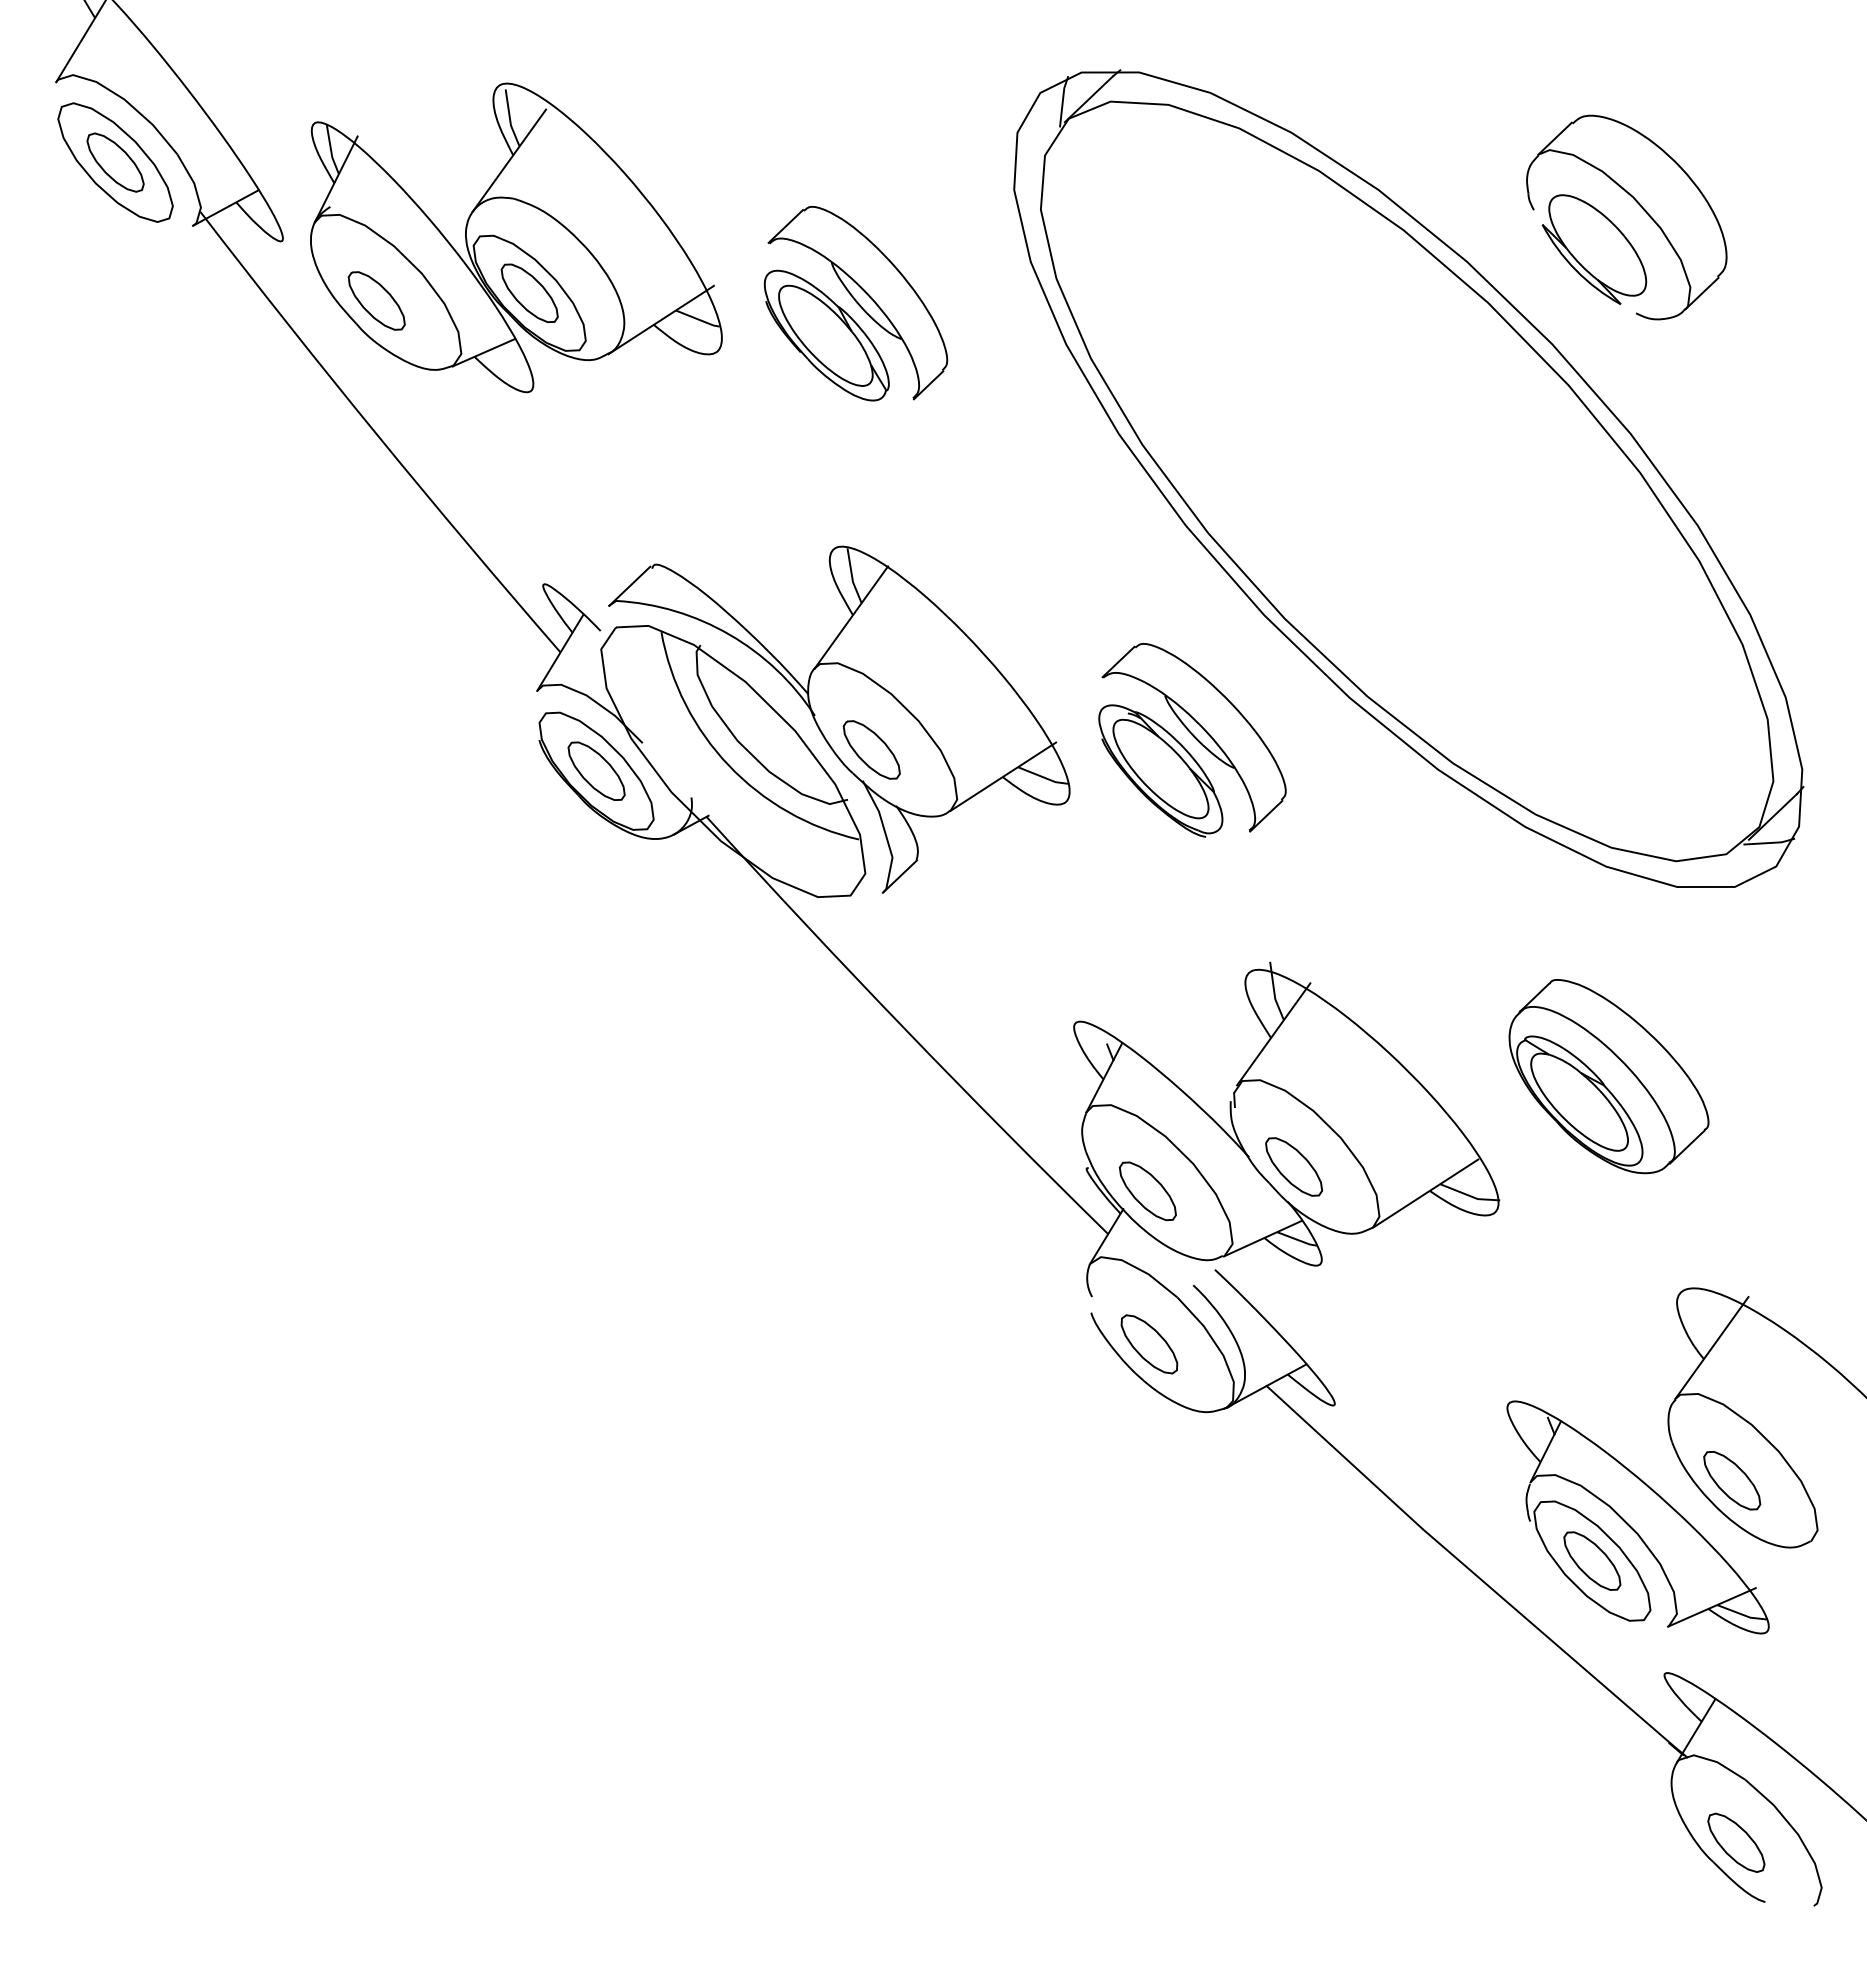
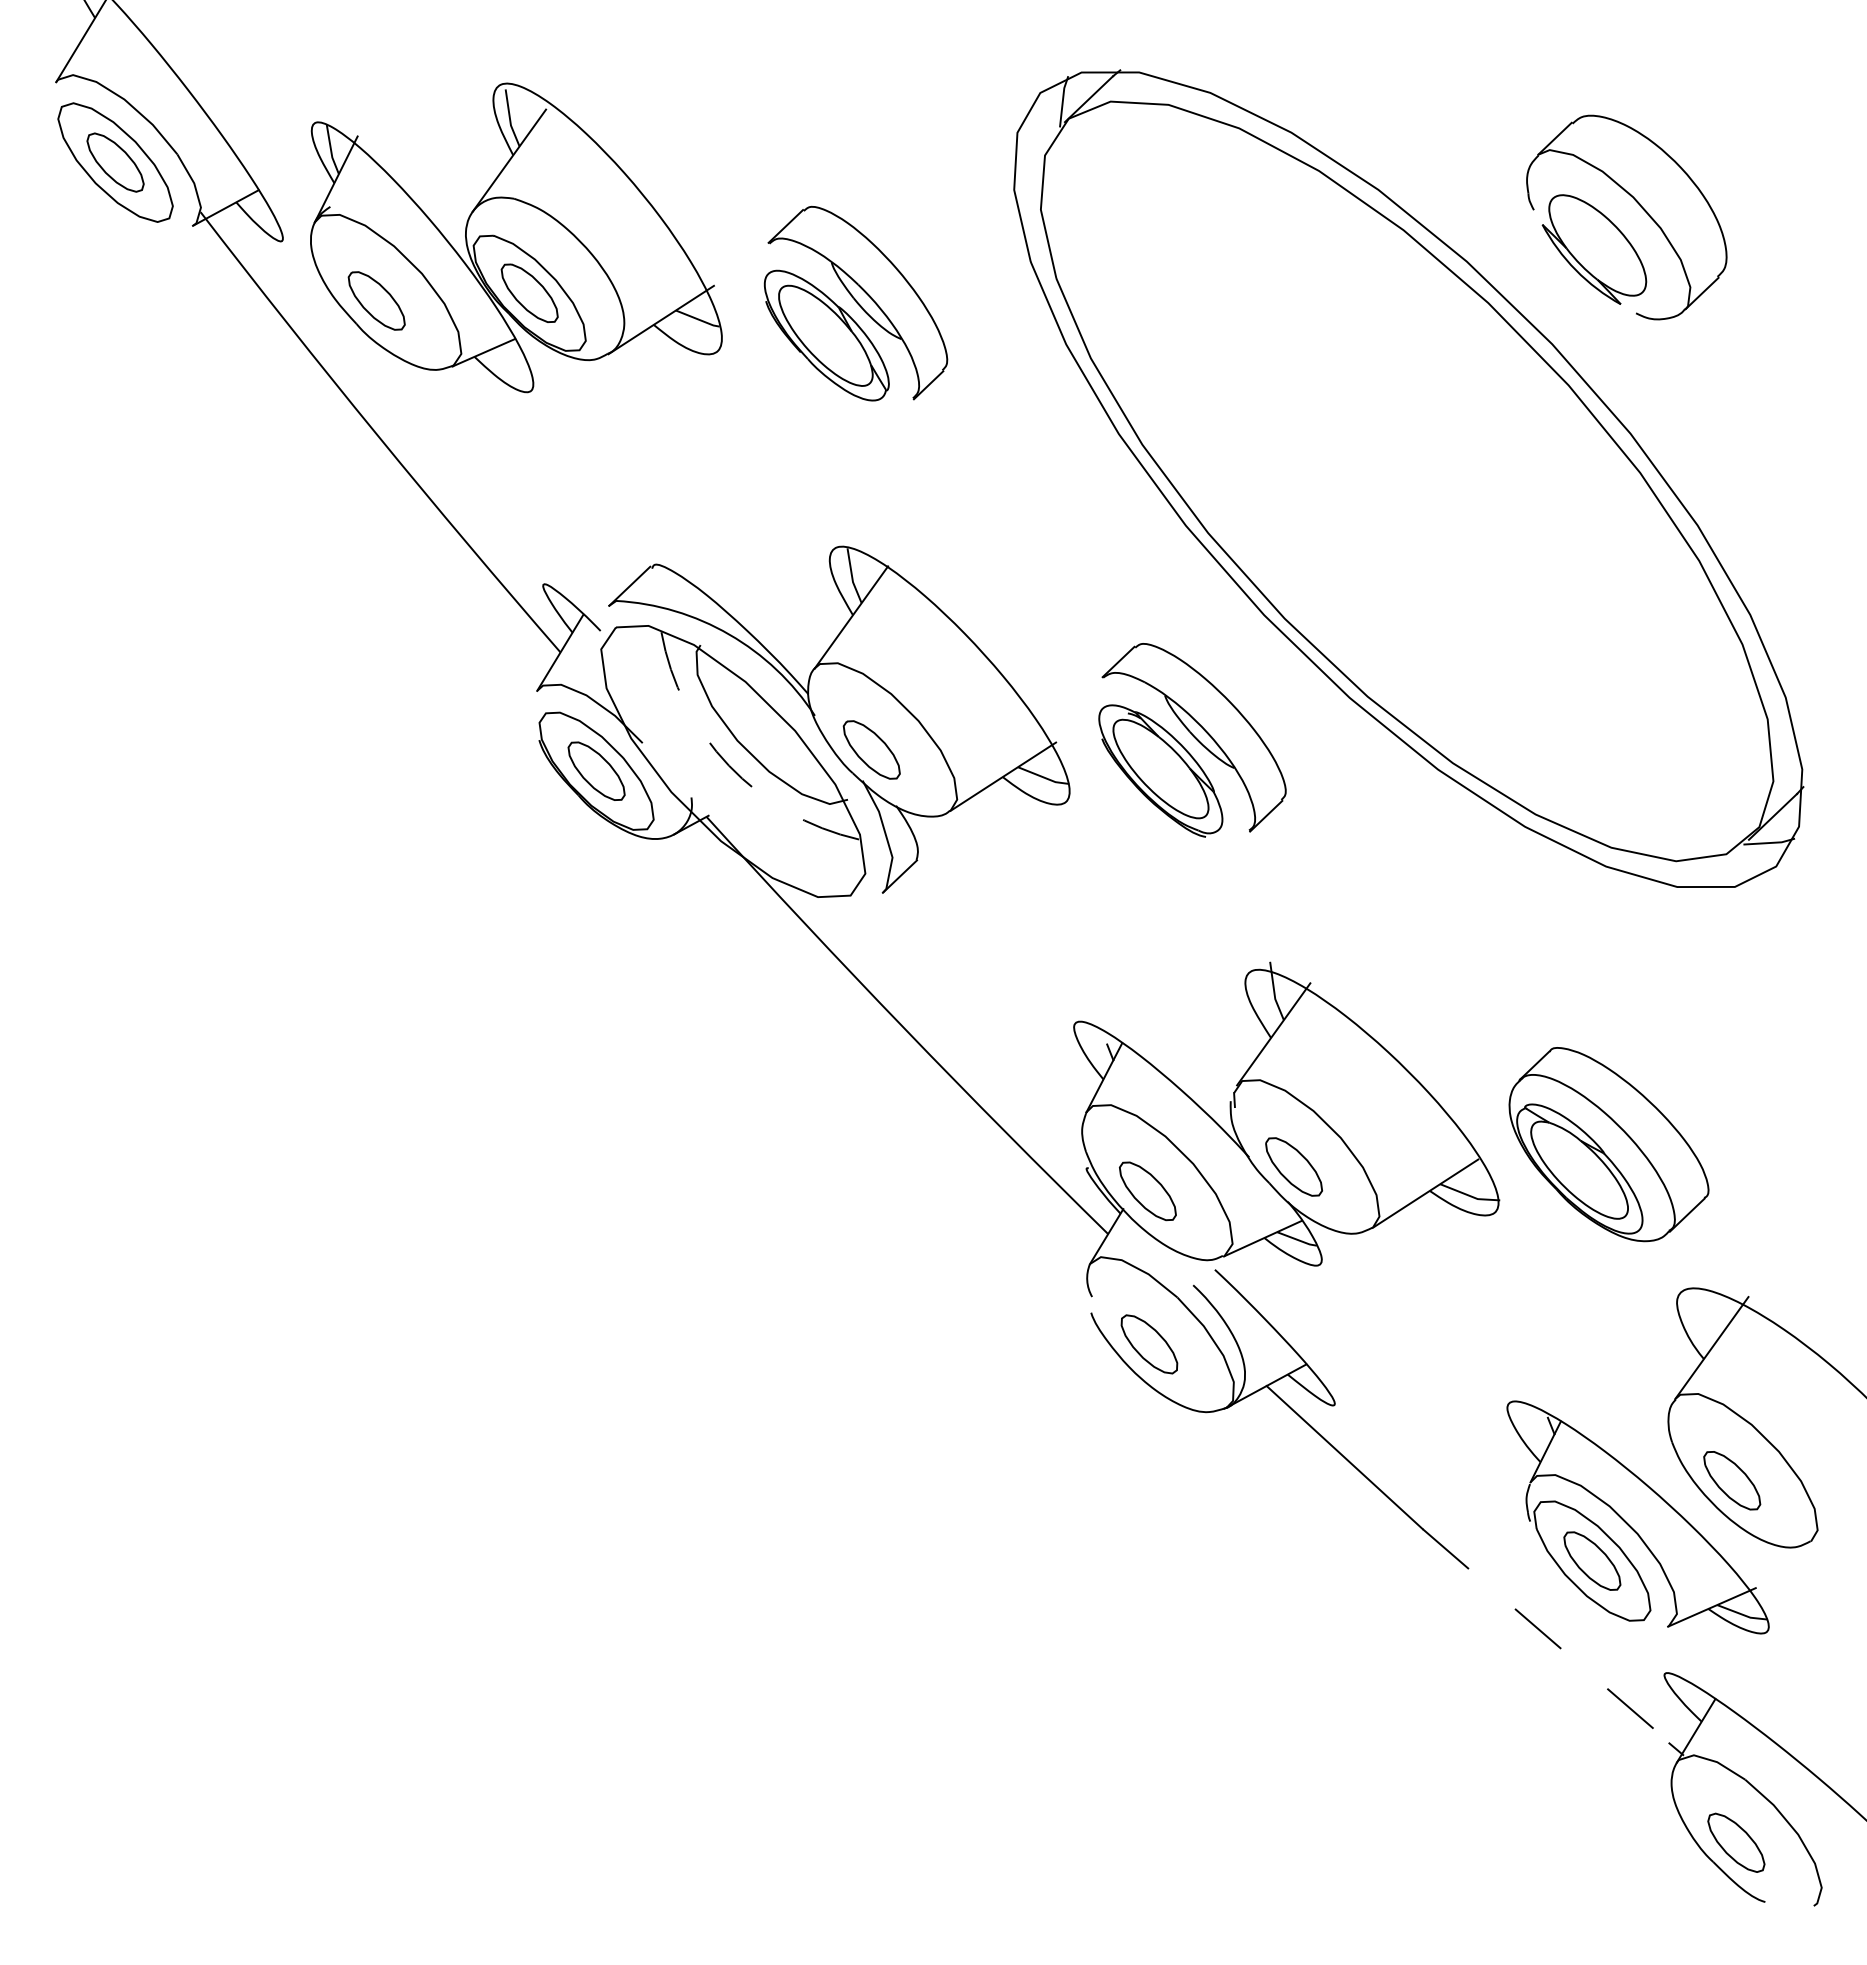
arc at (728, 765): solid -> dashed
part at (1608, 1076) position: (1608, 1076) -> (1608, 1144)
line at (1555, 1644): solid -> dashed
